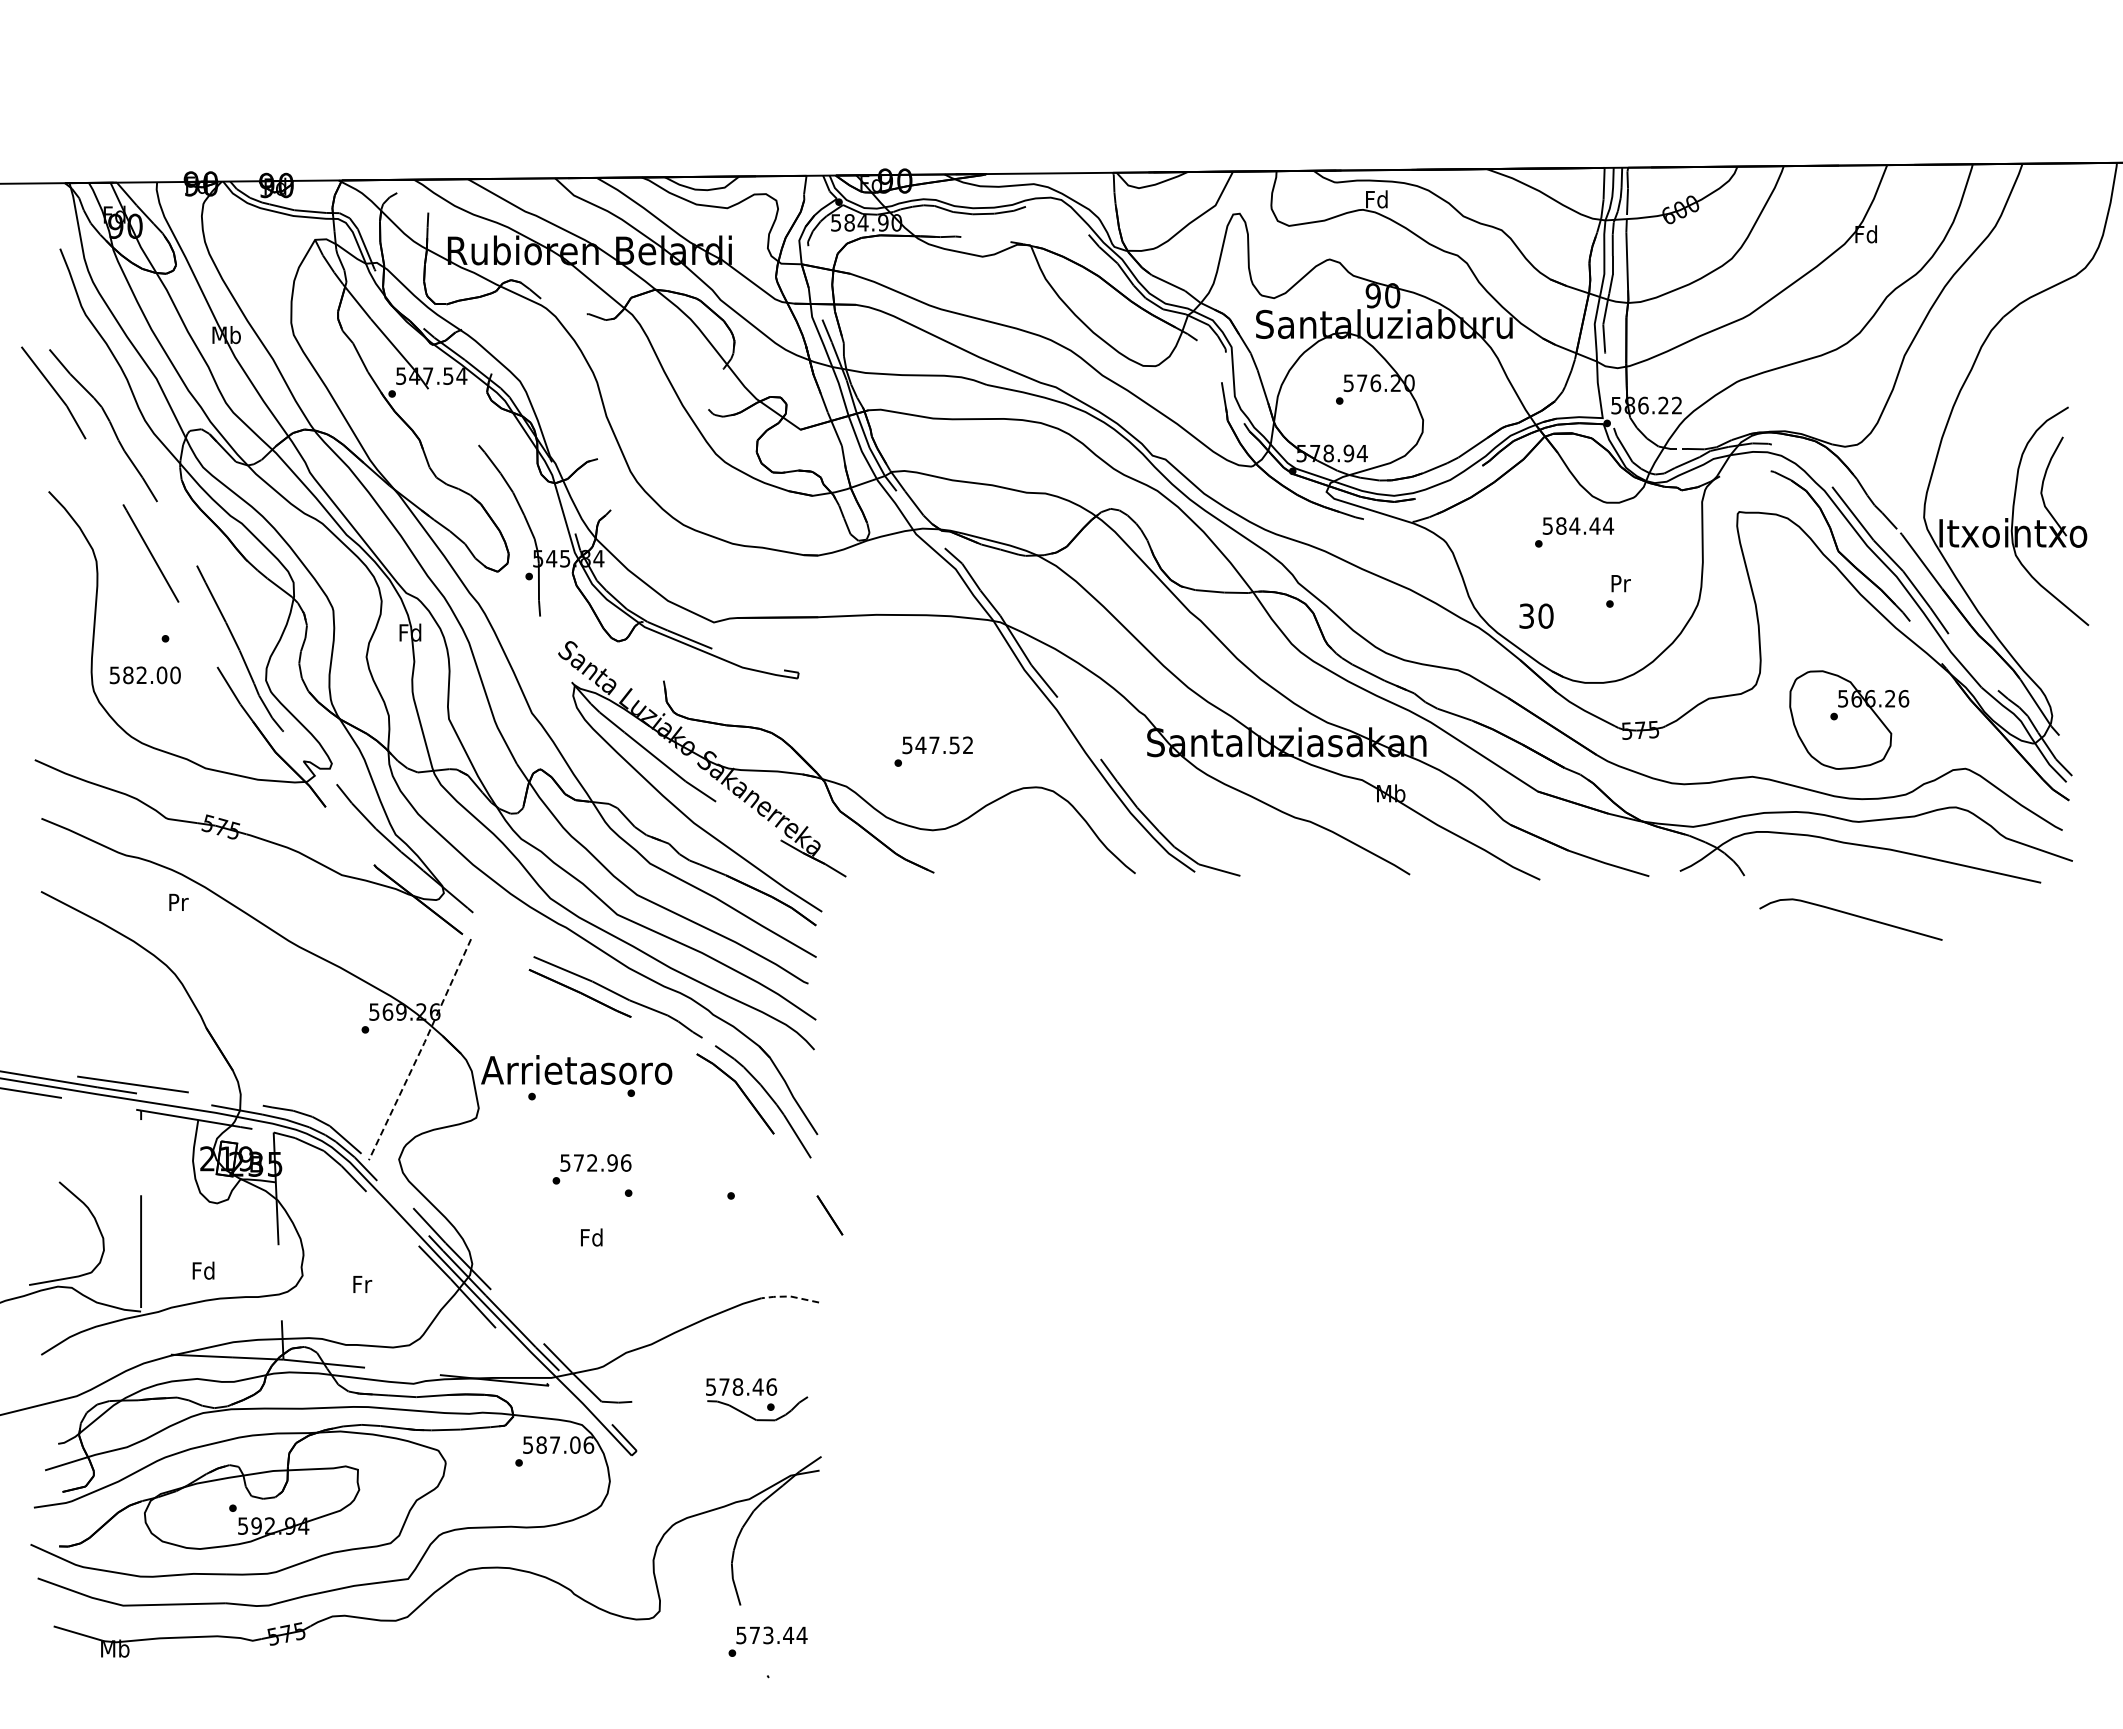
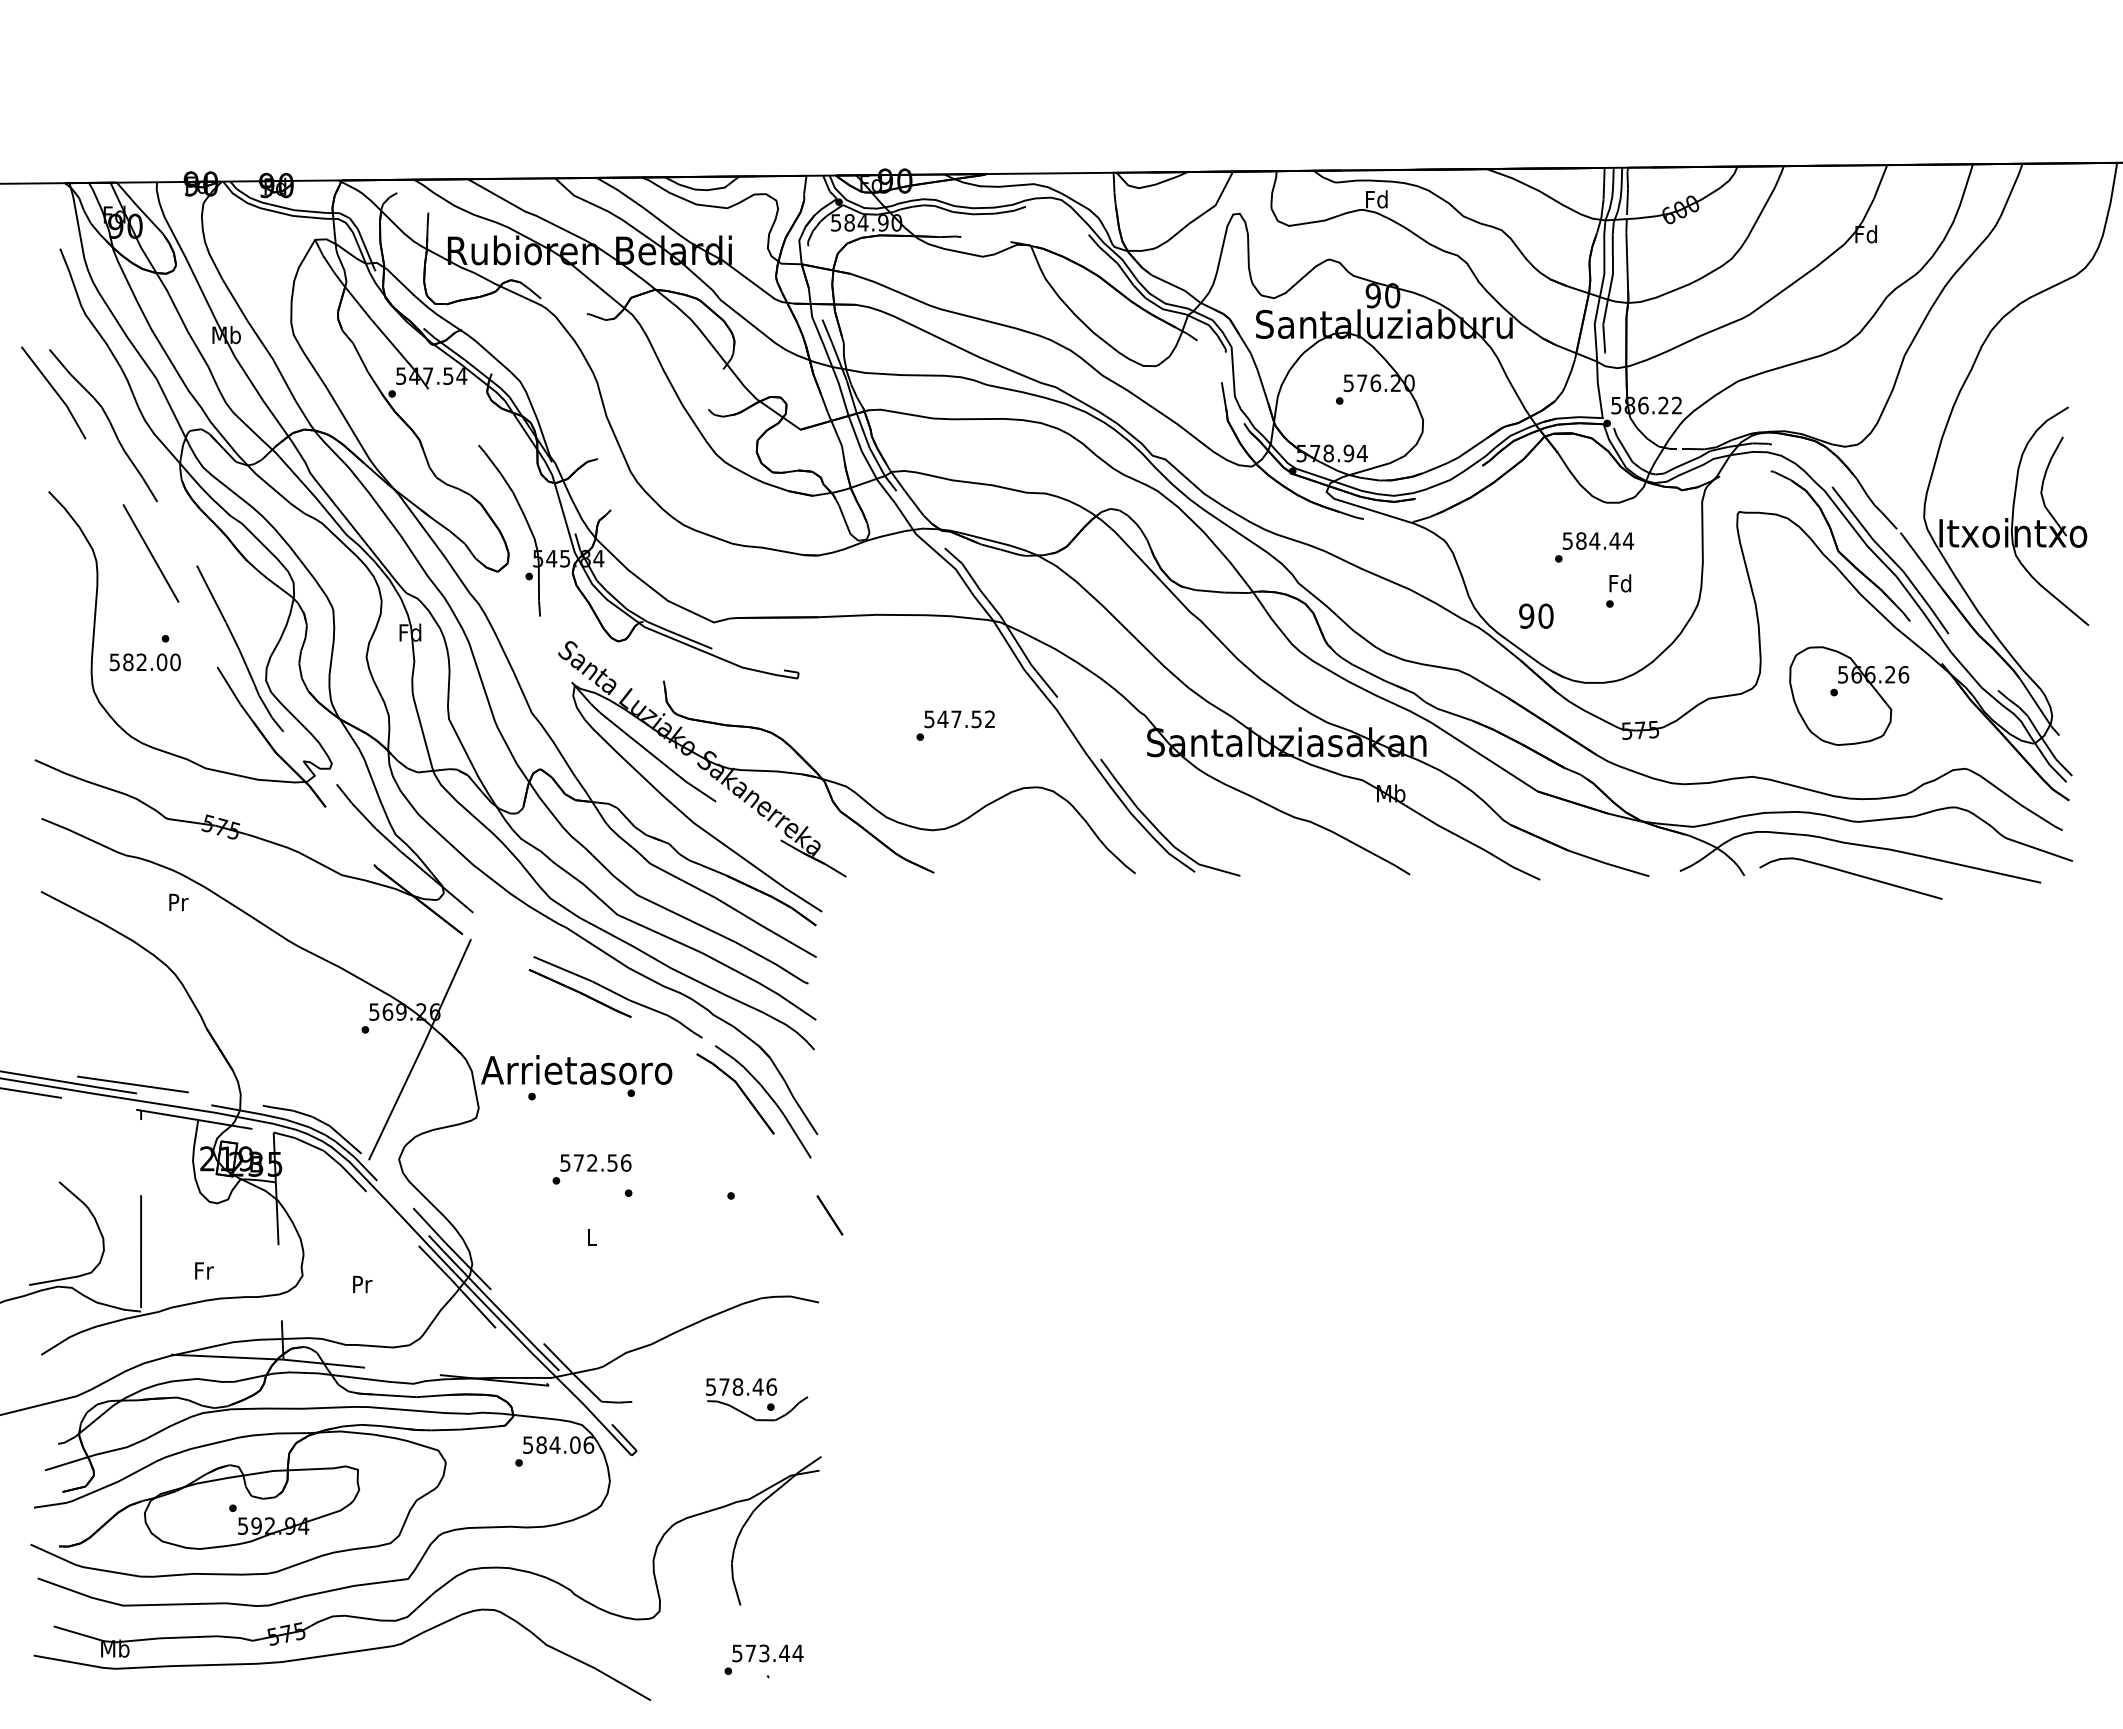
text at (1574, 532) position: (1574, 532) -> (1594, 547)
text at (1620, 583): Pr -> Fd
text at (1526, 615): 30 -> 90
text at (144, 675) position: (144, 675) -> (144, 662)
part at (1849, 719) position: (1849, 719) -> (1849, 695)
text at (933, 751) position: (933, 751) -> (955, 725)
curve at (1850, 915) position: (1850, 915) -> (1850, 874)
line at (421, 1049): dashed -> solid
text at (612, 1162): 572.96 -> 572.56
text at (591, 1237): Fd -> L
text at (203, 1270): Fd -> Fr
text at (362, 1283): Fr -> Pr
line at (790, 1296): dashed -> solid
text at (554, 1444): 587.06 -> 584.06
text at (767, 1641) position: (767, 1641) -> (763, 1659)
curve at (342, 1654): none -> present
